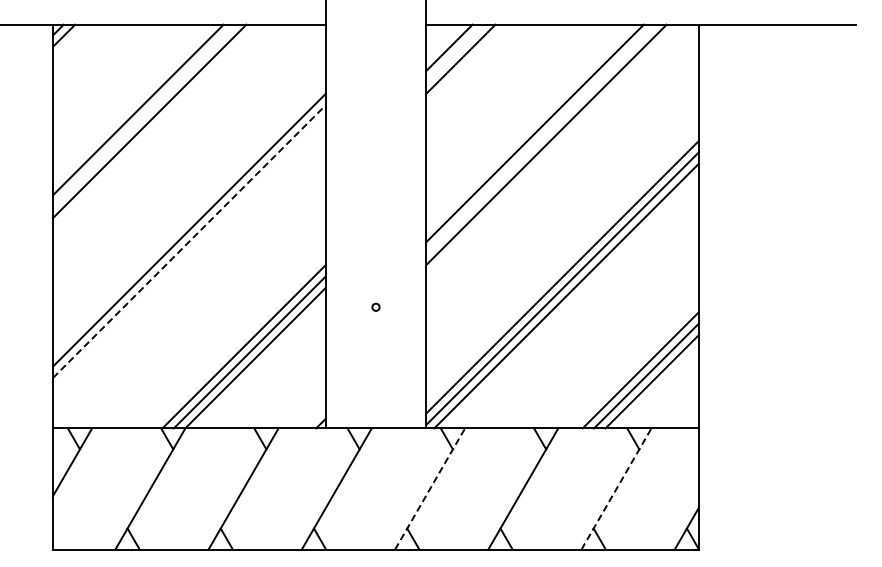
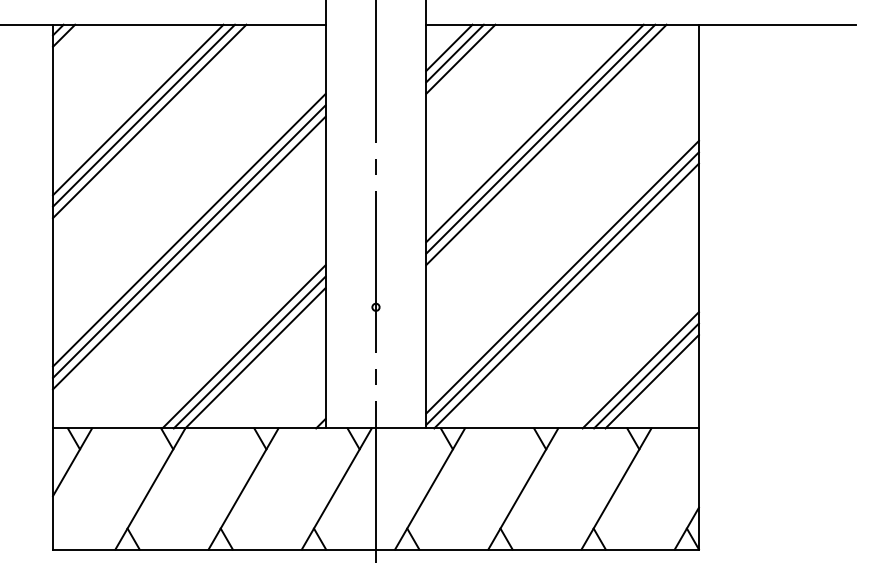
line at (454, 53): none -> present
line at (144, 115): none -> present
line at (540, 138): none -> present
line at (189, 241): dashed -> solid
line at (189, 252): none -> present
line at (375, 282): none -> present
line at (430, 488): dashed -> solid
line at (616, 488): dashed -> solid
